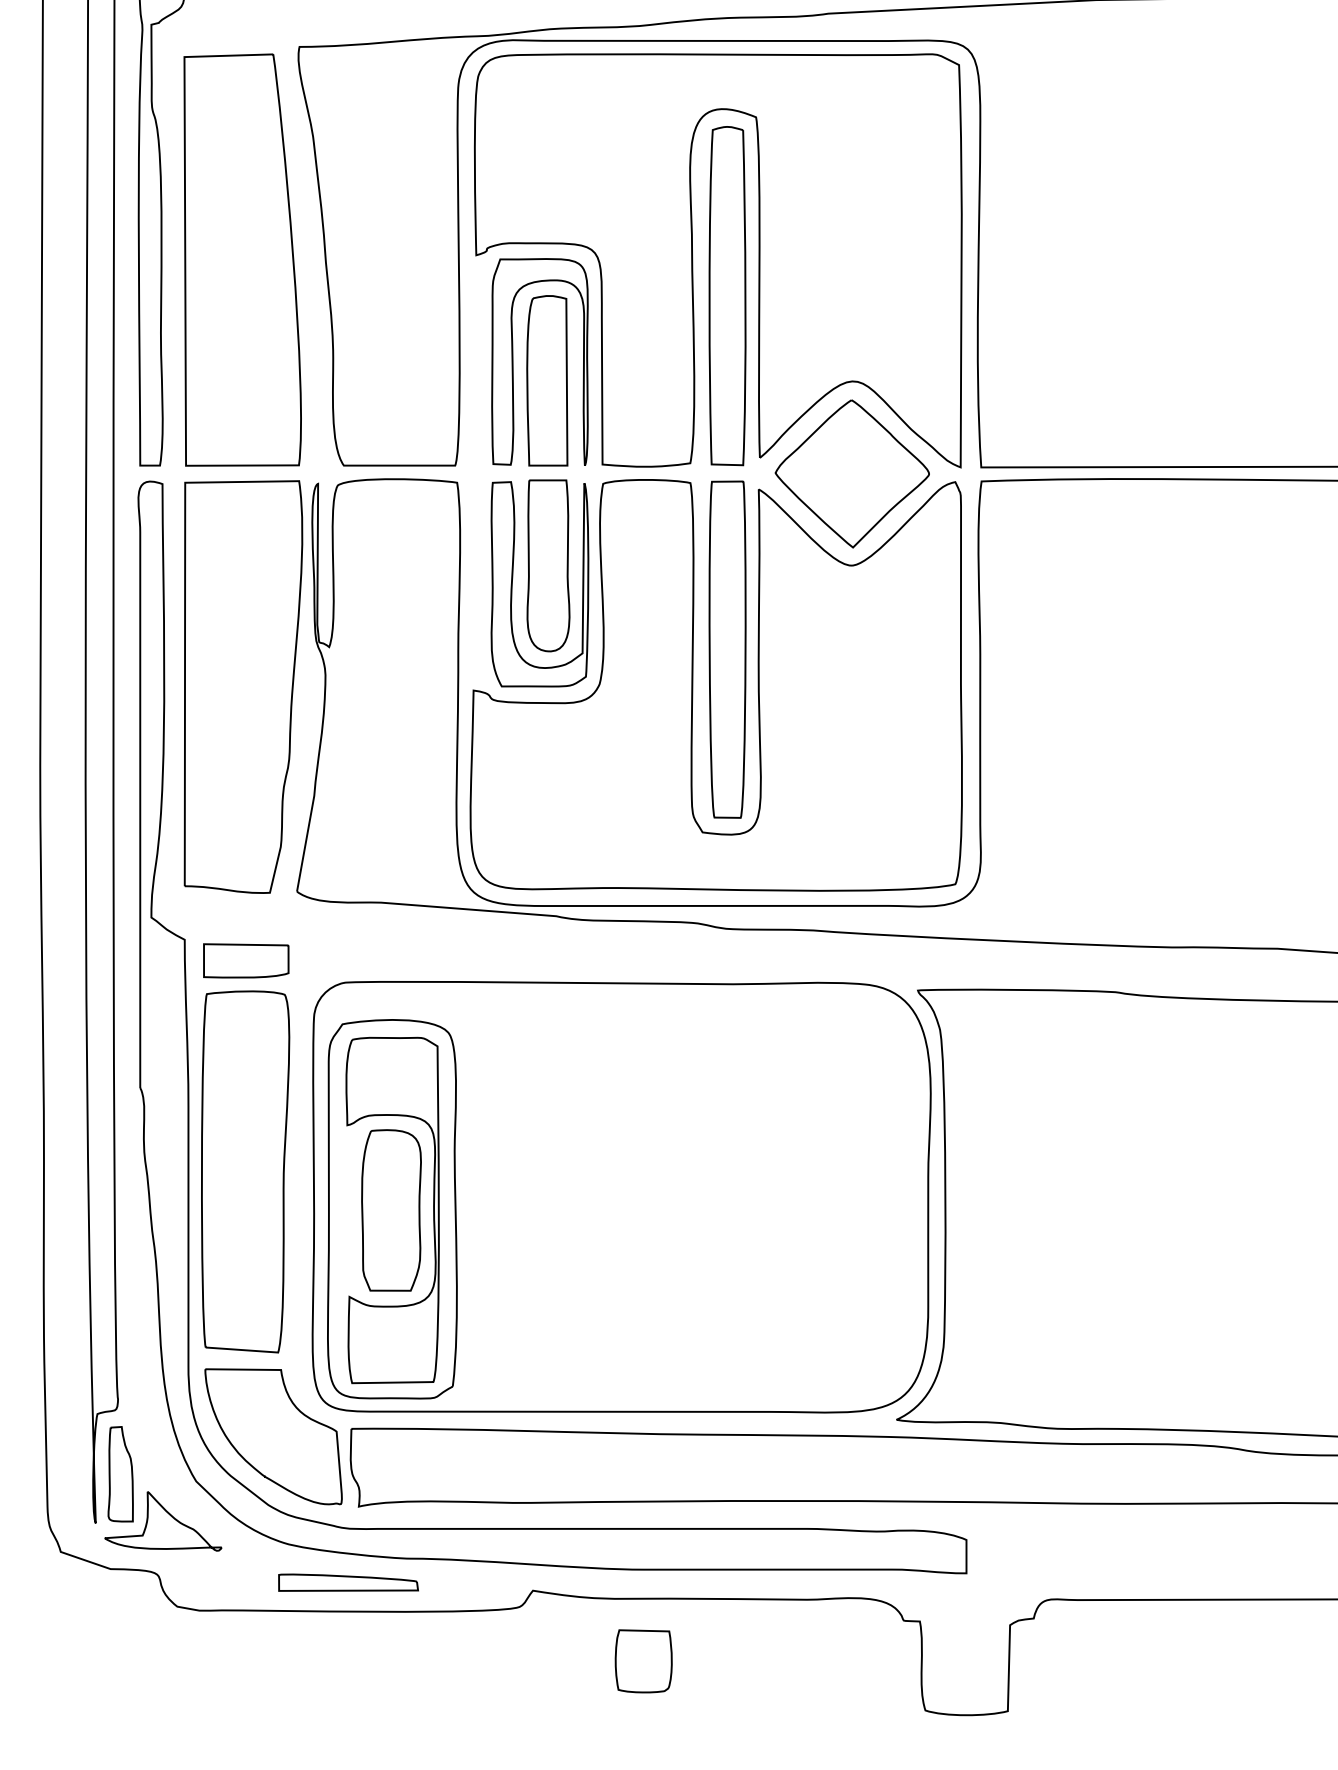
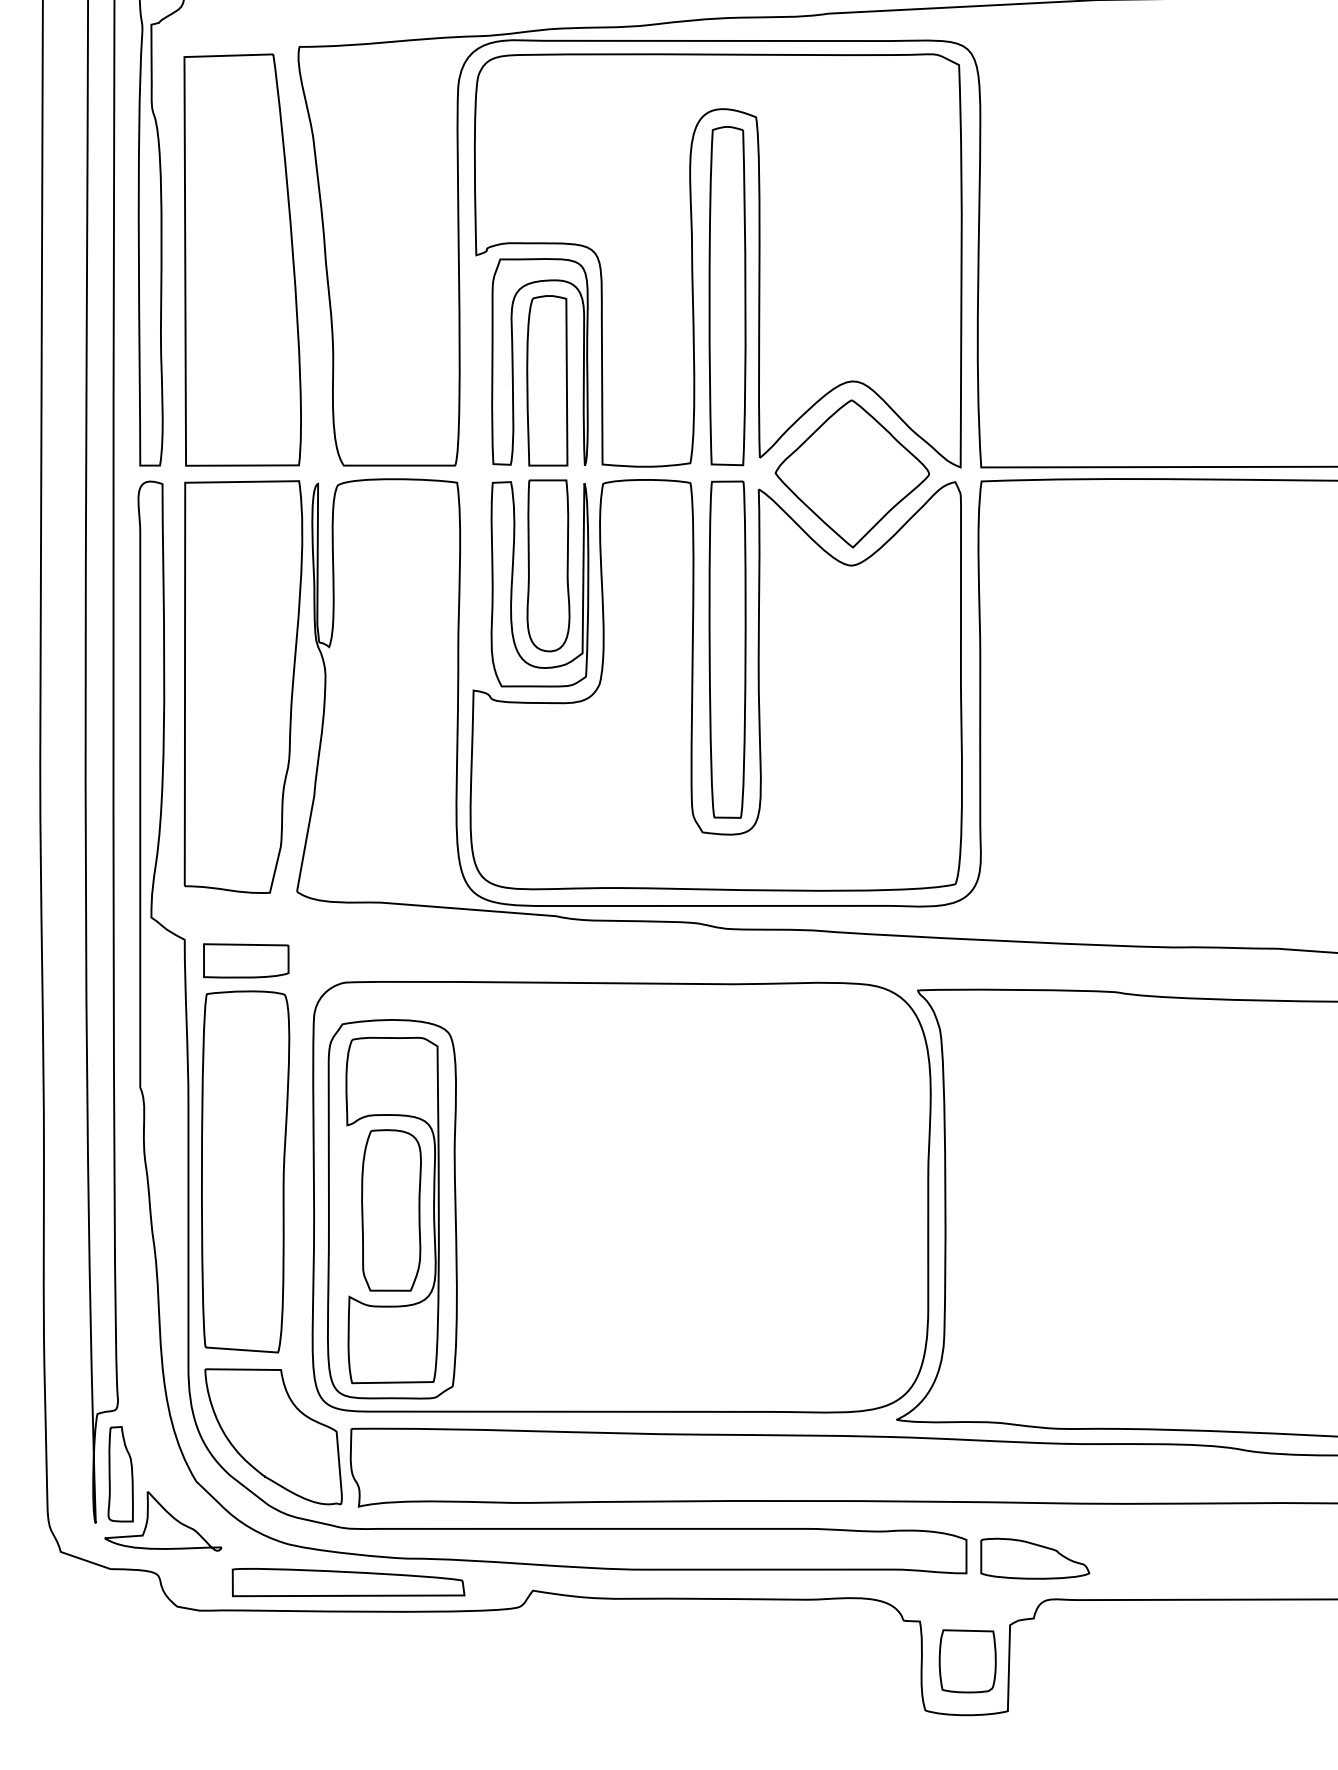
part at (1035, 1558): none -> present
part at (348, 1582) size: 141x19 px -> 235x30 px
part at (643, 1661) position: (643, 1661) -> (967, 1661)
